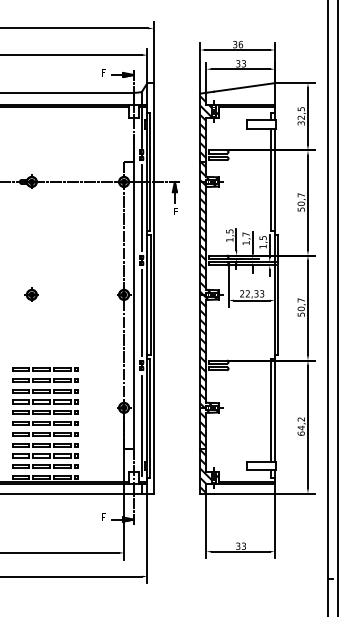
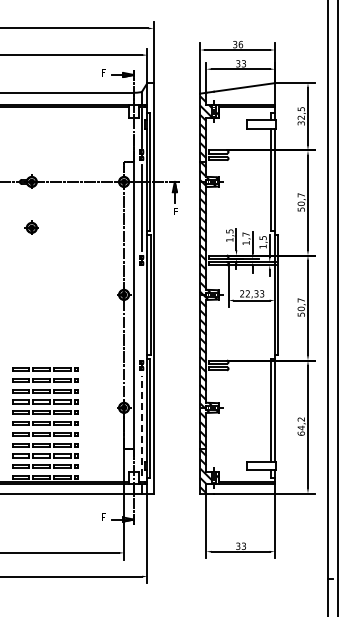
part at (31, 294) position: (31, 294) -> (31, 227)
line at (142, 312): present -> none
line at (142, 425): solid -> dashed
